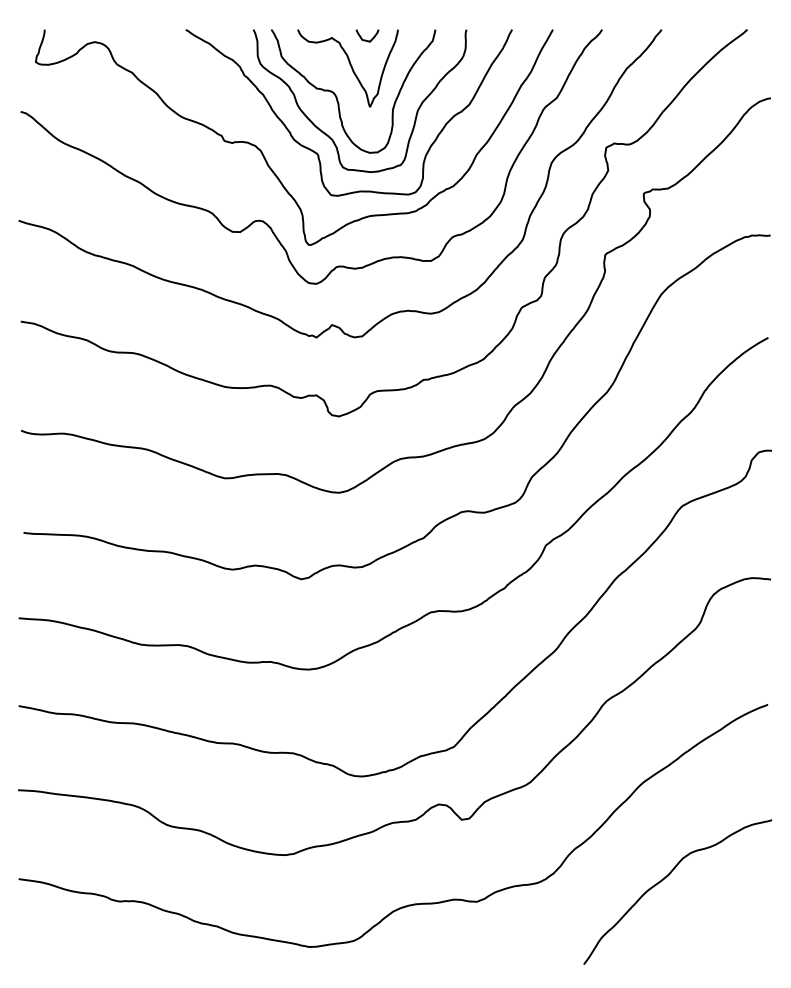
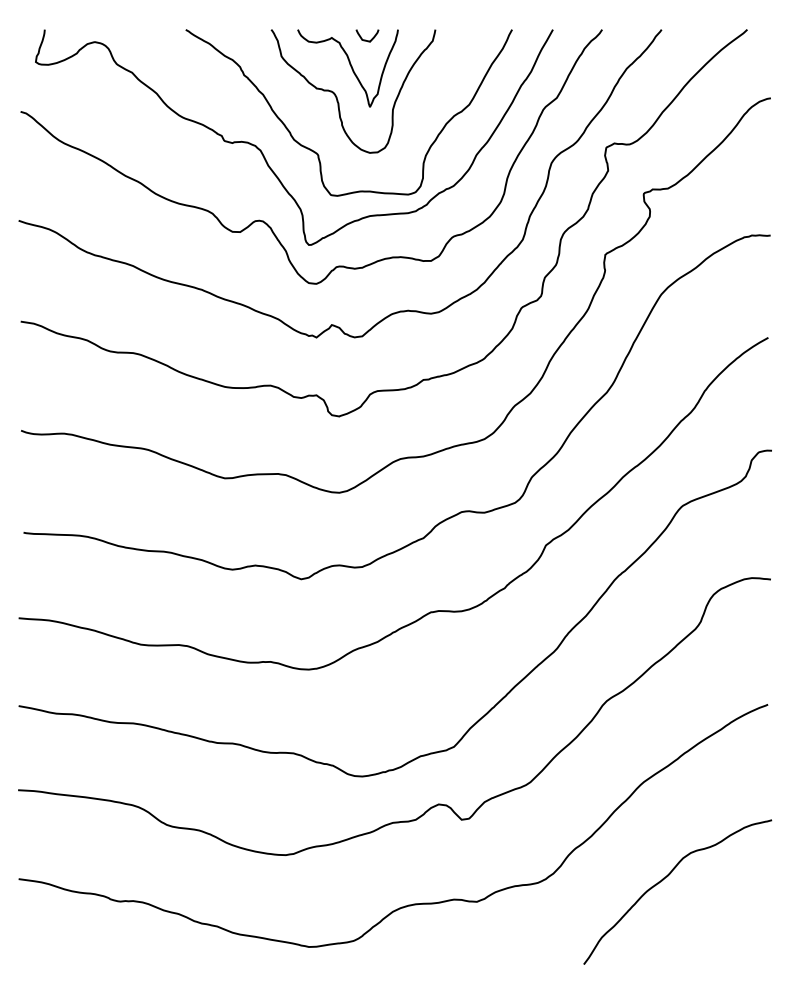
curve at (329, 135): present -> none
